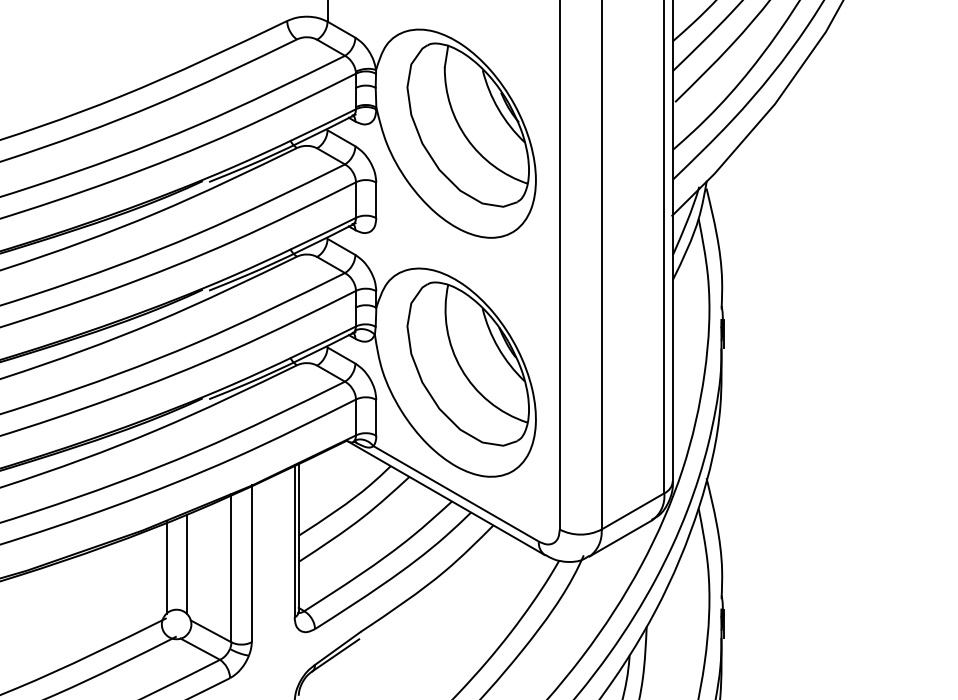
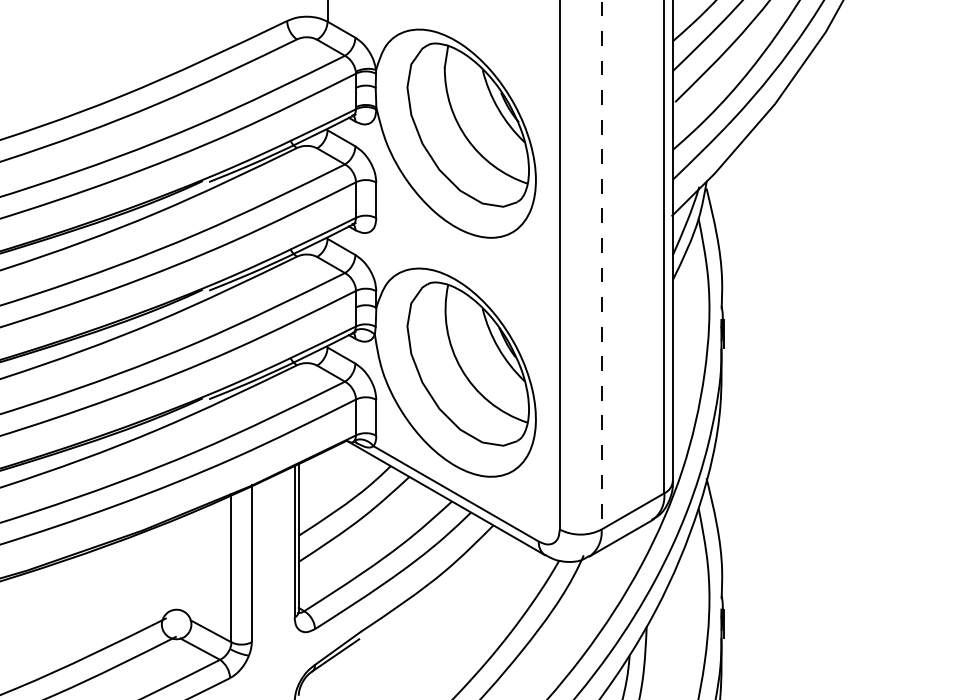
line at (601, 265): solid -> dashed
line at (186, 563): present -> none
line at (166, 567): present -> none
